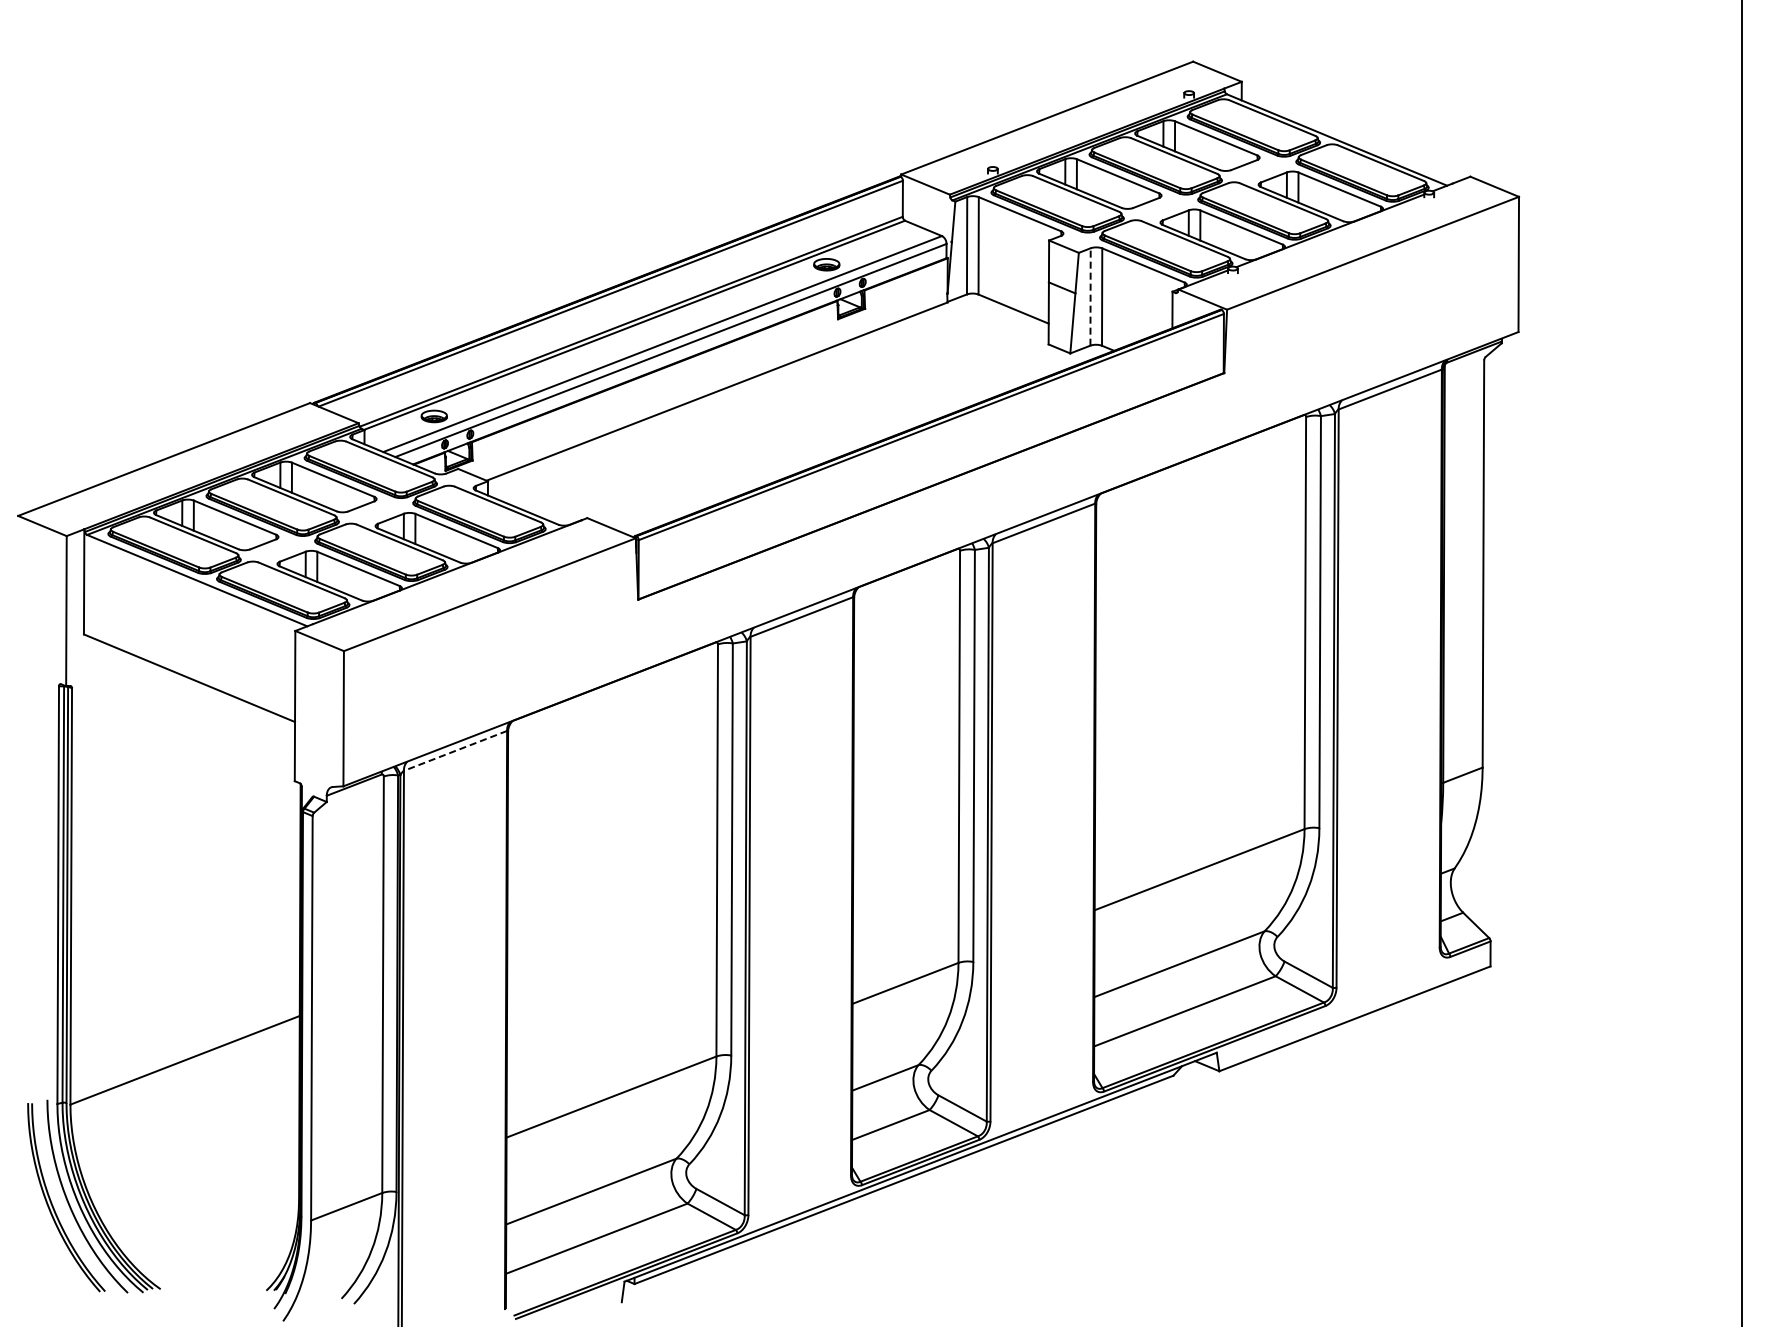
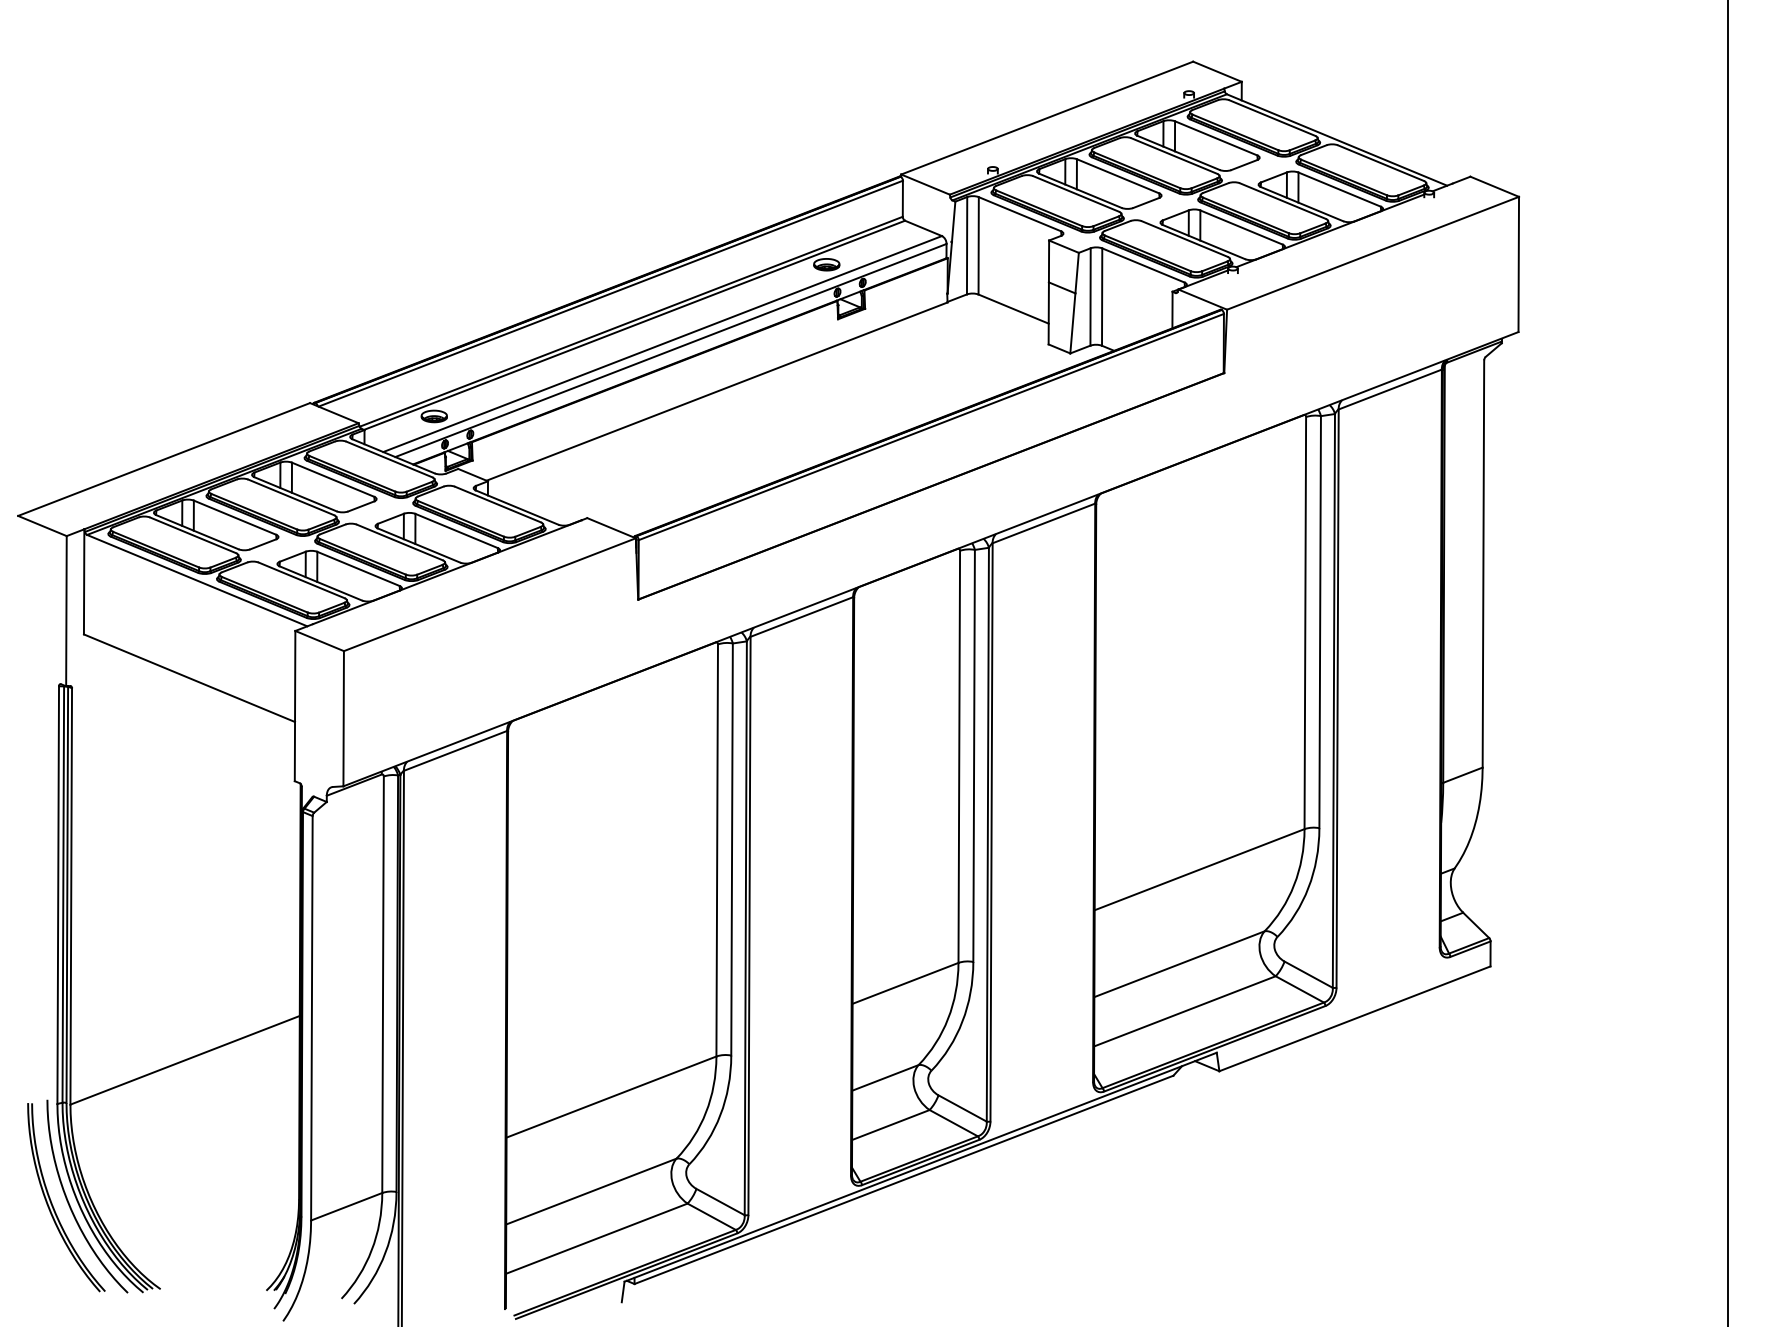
line at (1090, 296): dashed -> solid
line at (1741, 662) position: (1741, 662) -> (1727, 662)
line at (455, 751): dashed -> solid
